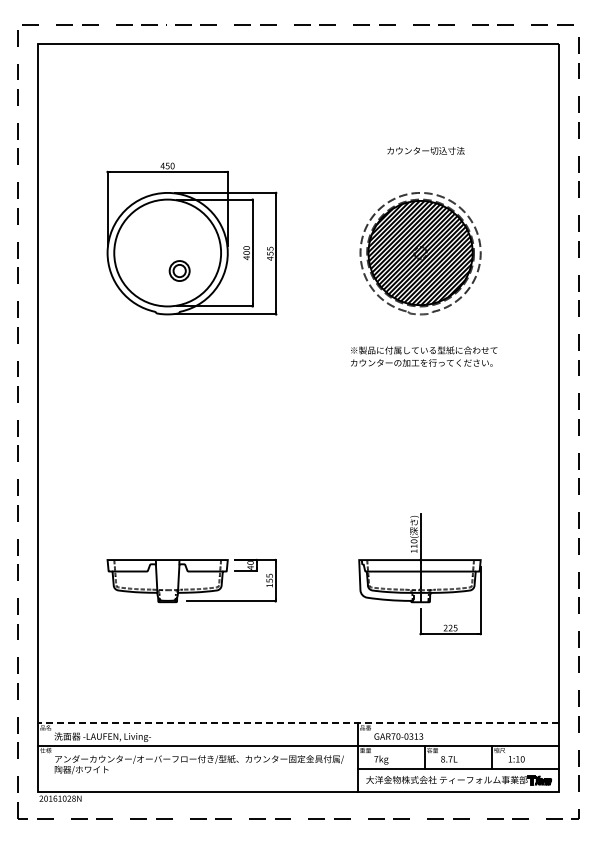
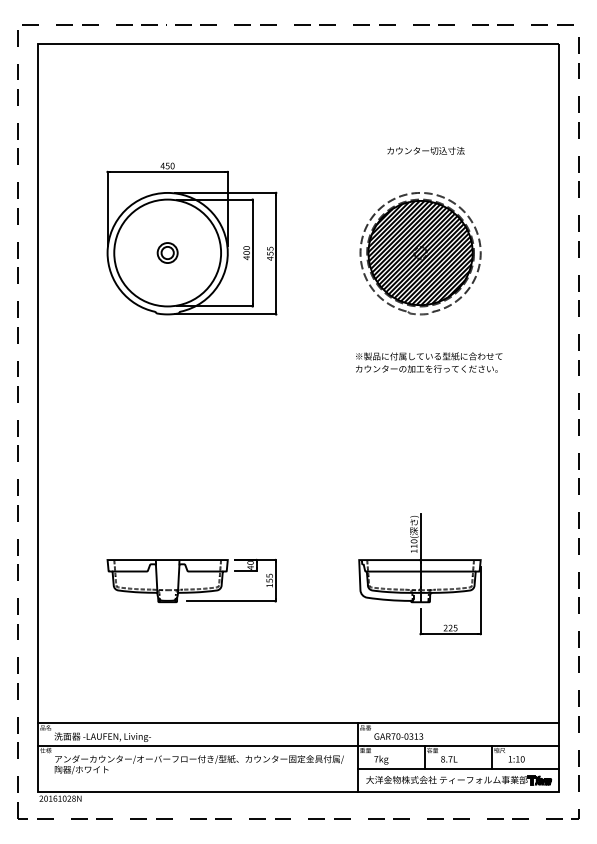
part at (179, 270) position: (179, 270) -> (167, 252)
text at (424, 356) position: (424, 356) -> (429, 362)
line at (298, 723): dashed -> solid
